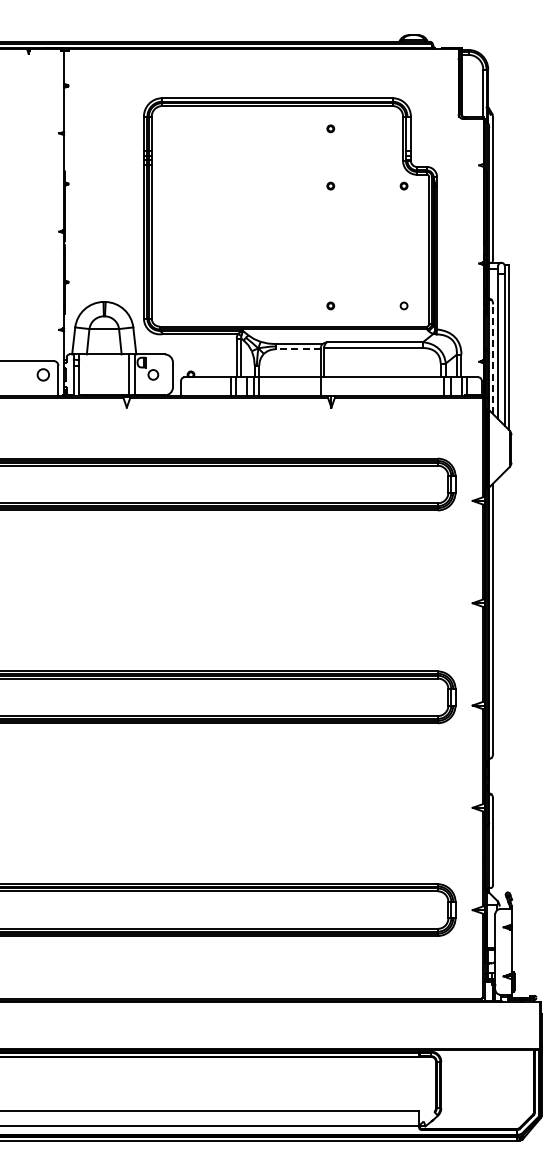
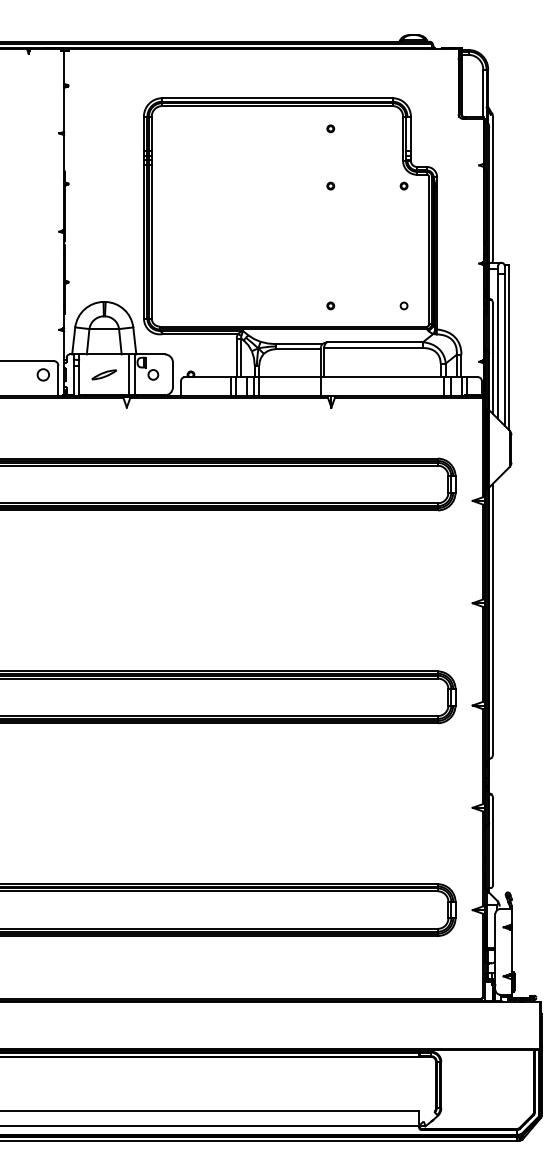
line at (298, 349): dashed -> solid
line at (493, 359): dashed -> solid
part at (103, 374): none -> present
